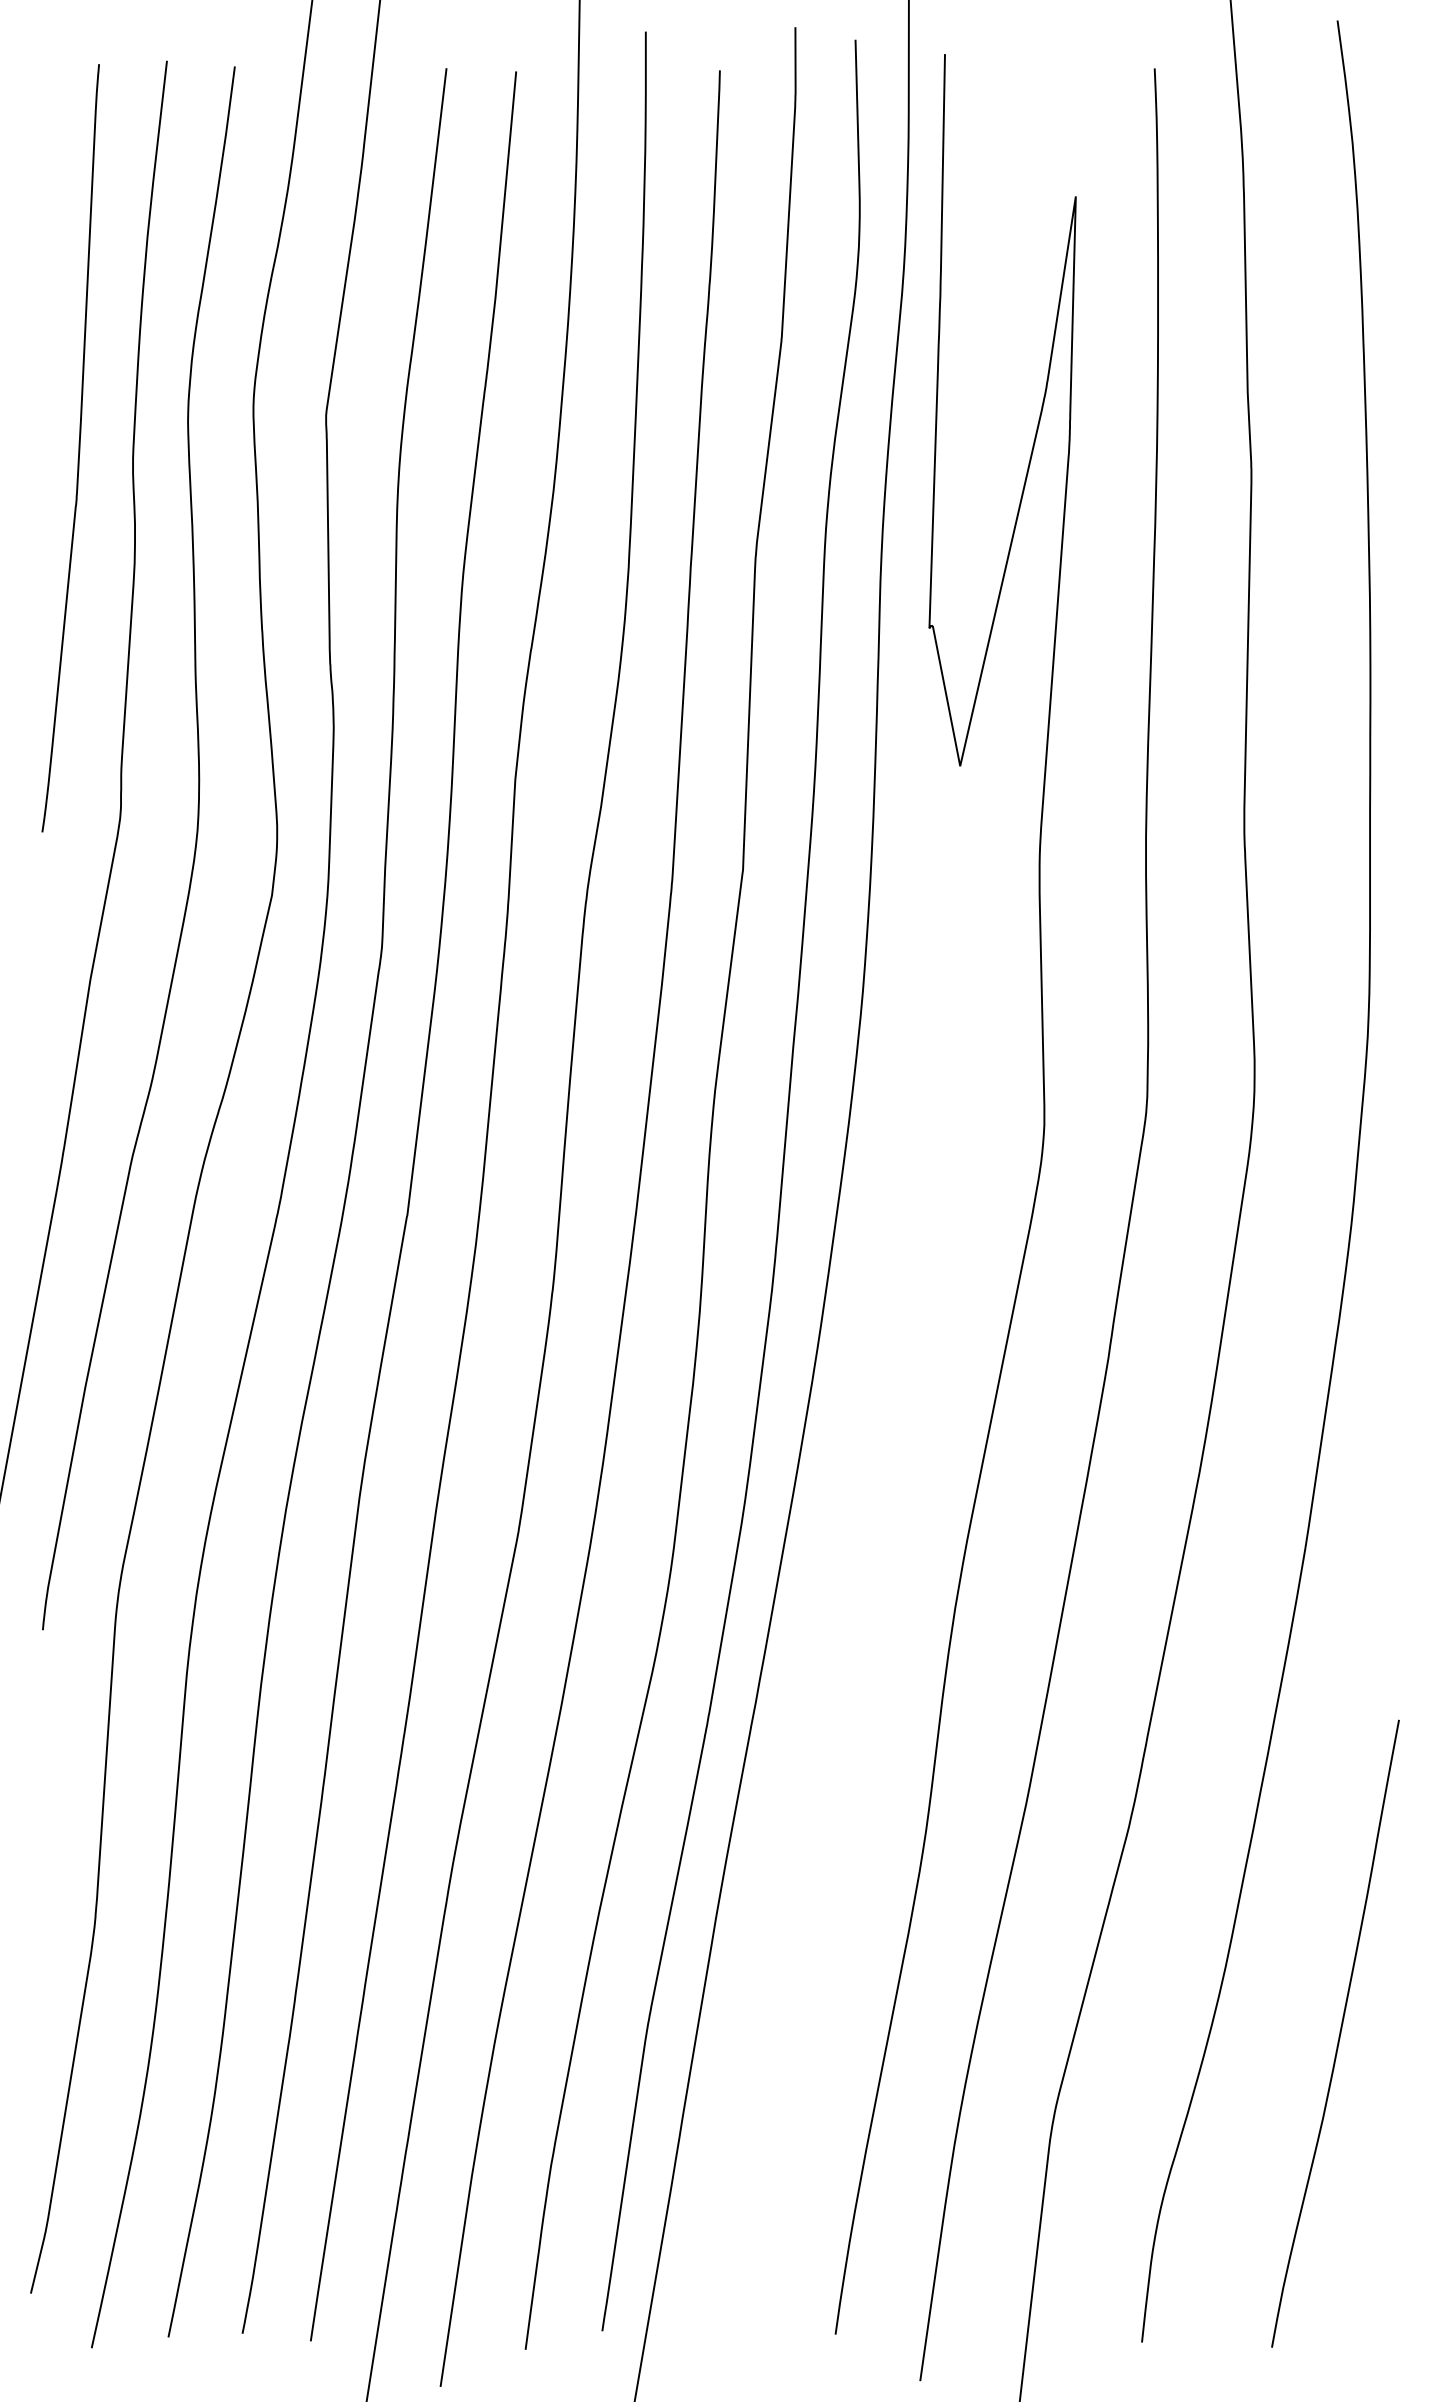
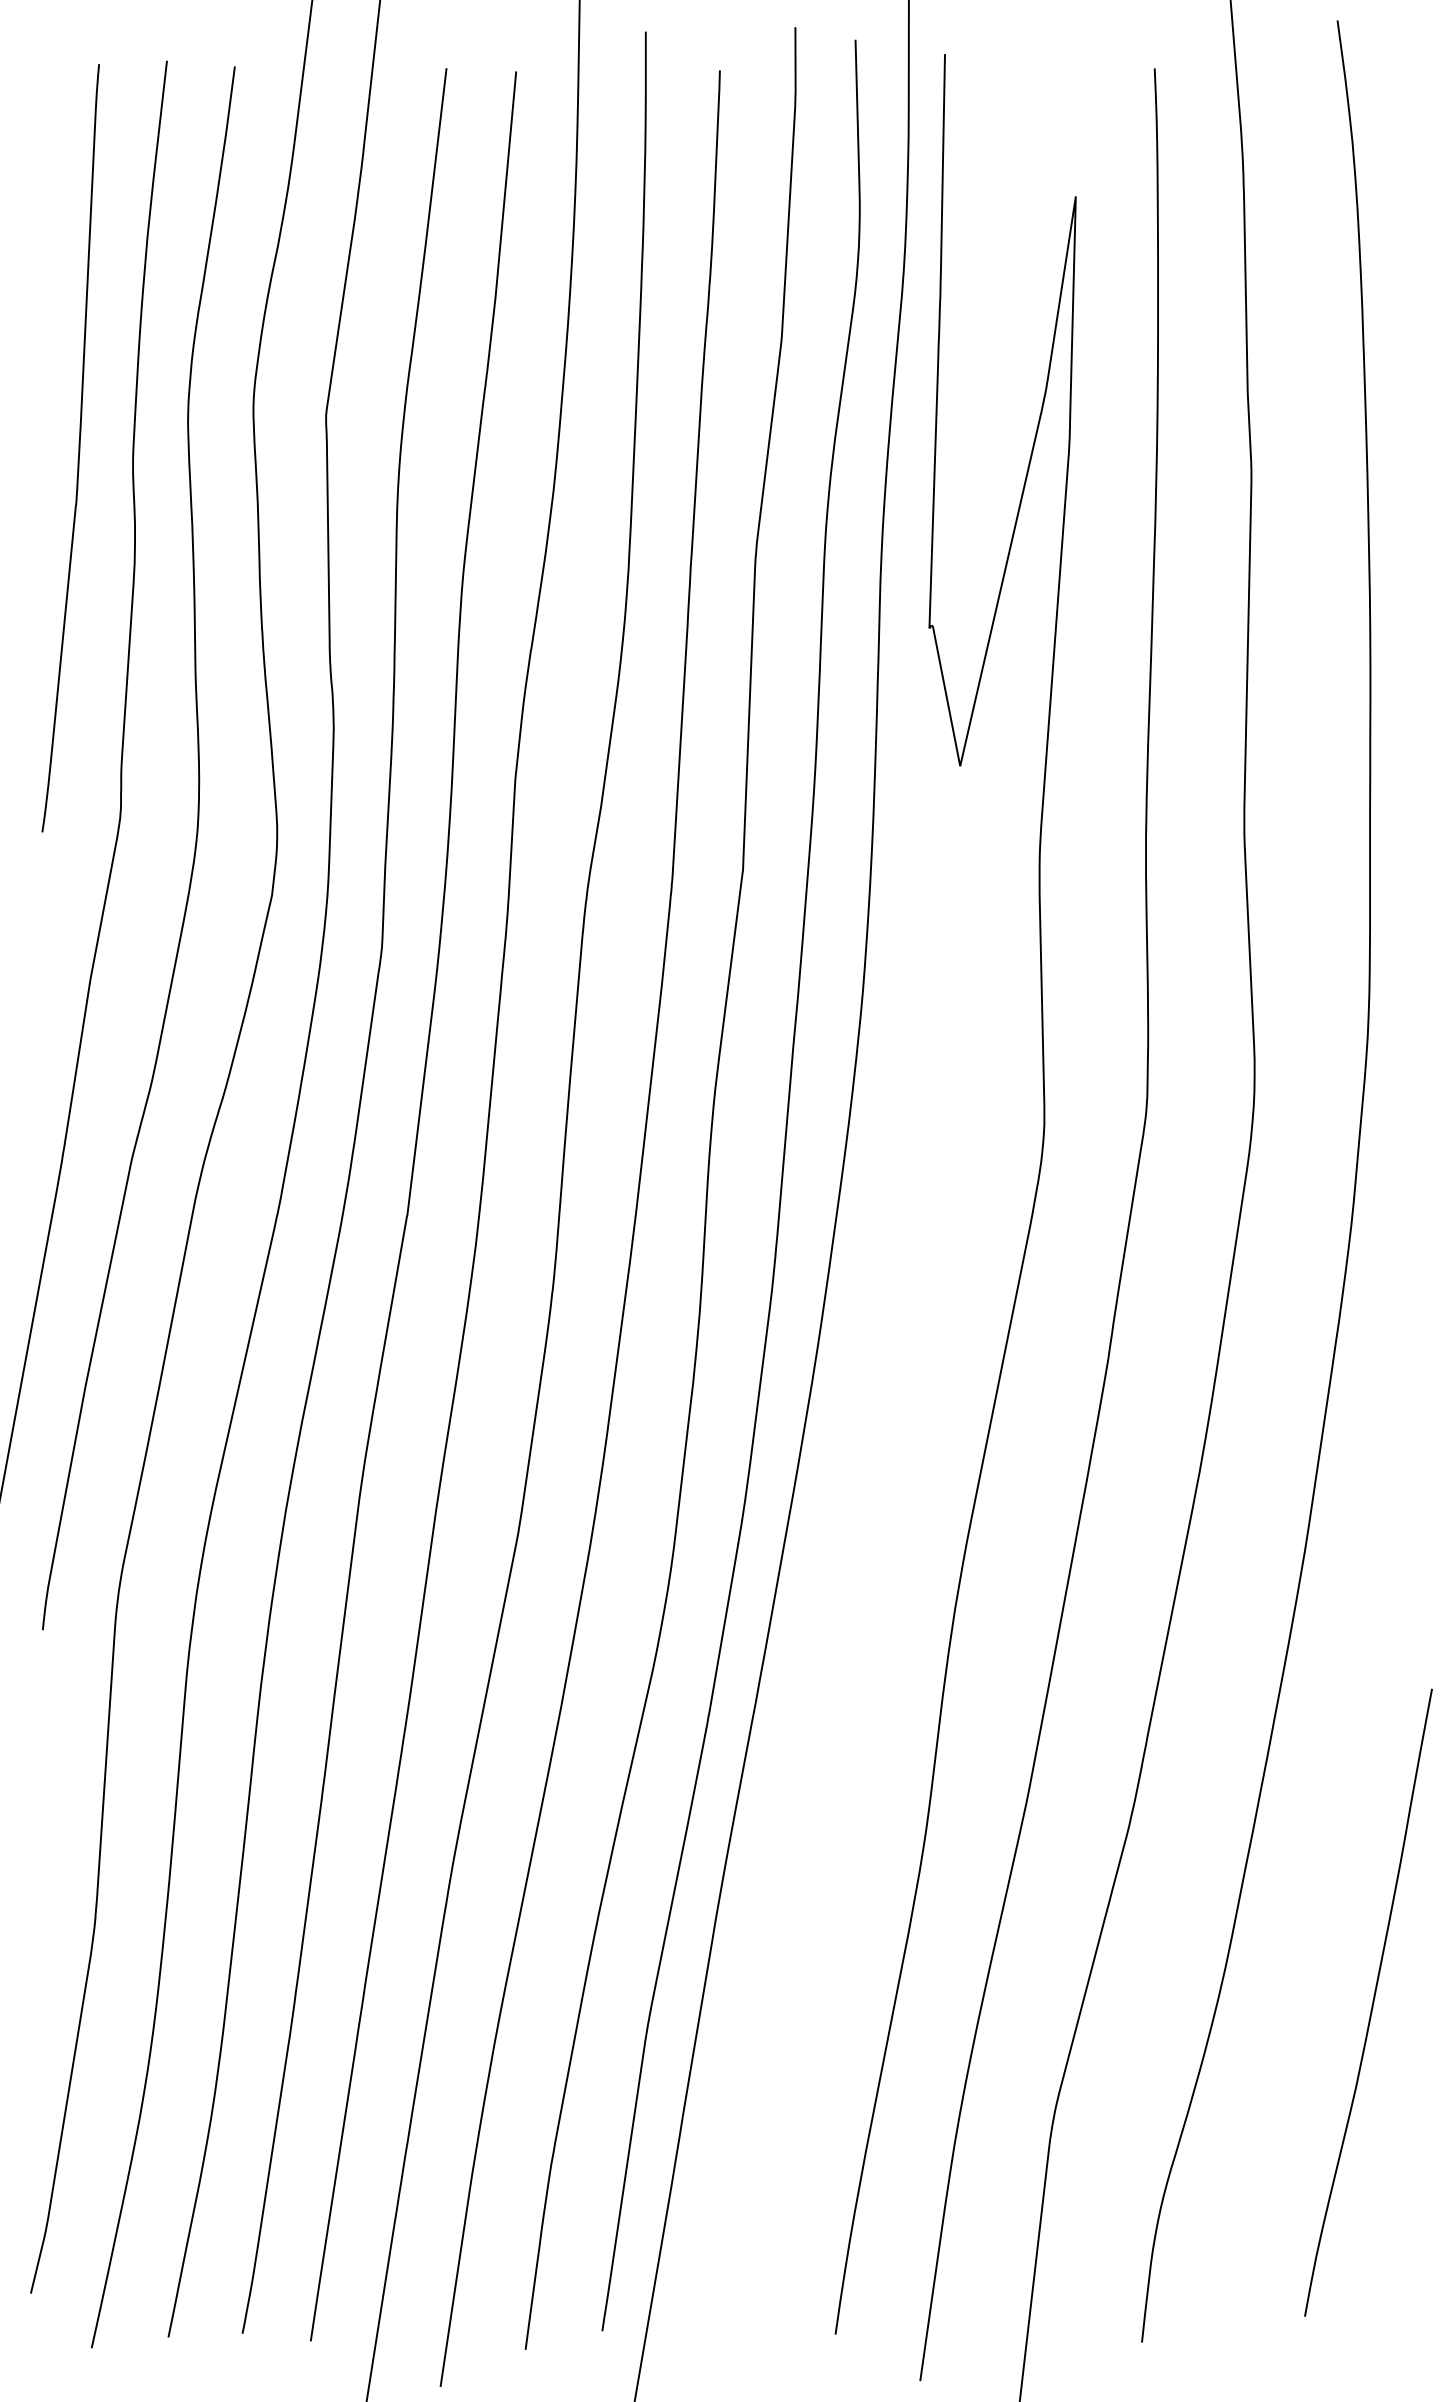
curve at (1339, 2033) position: (1339, 2033) -> (1372, 2002)
